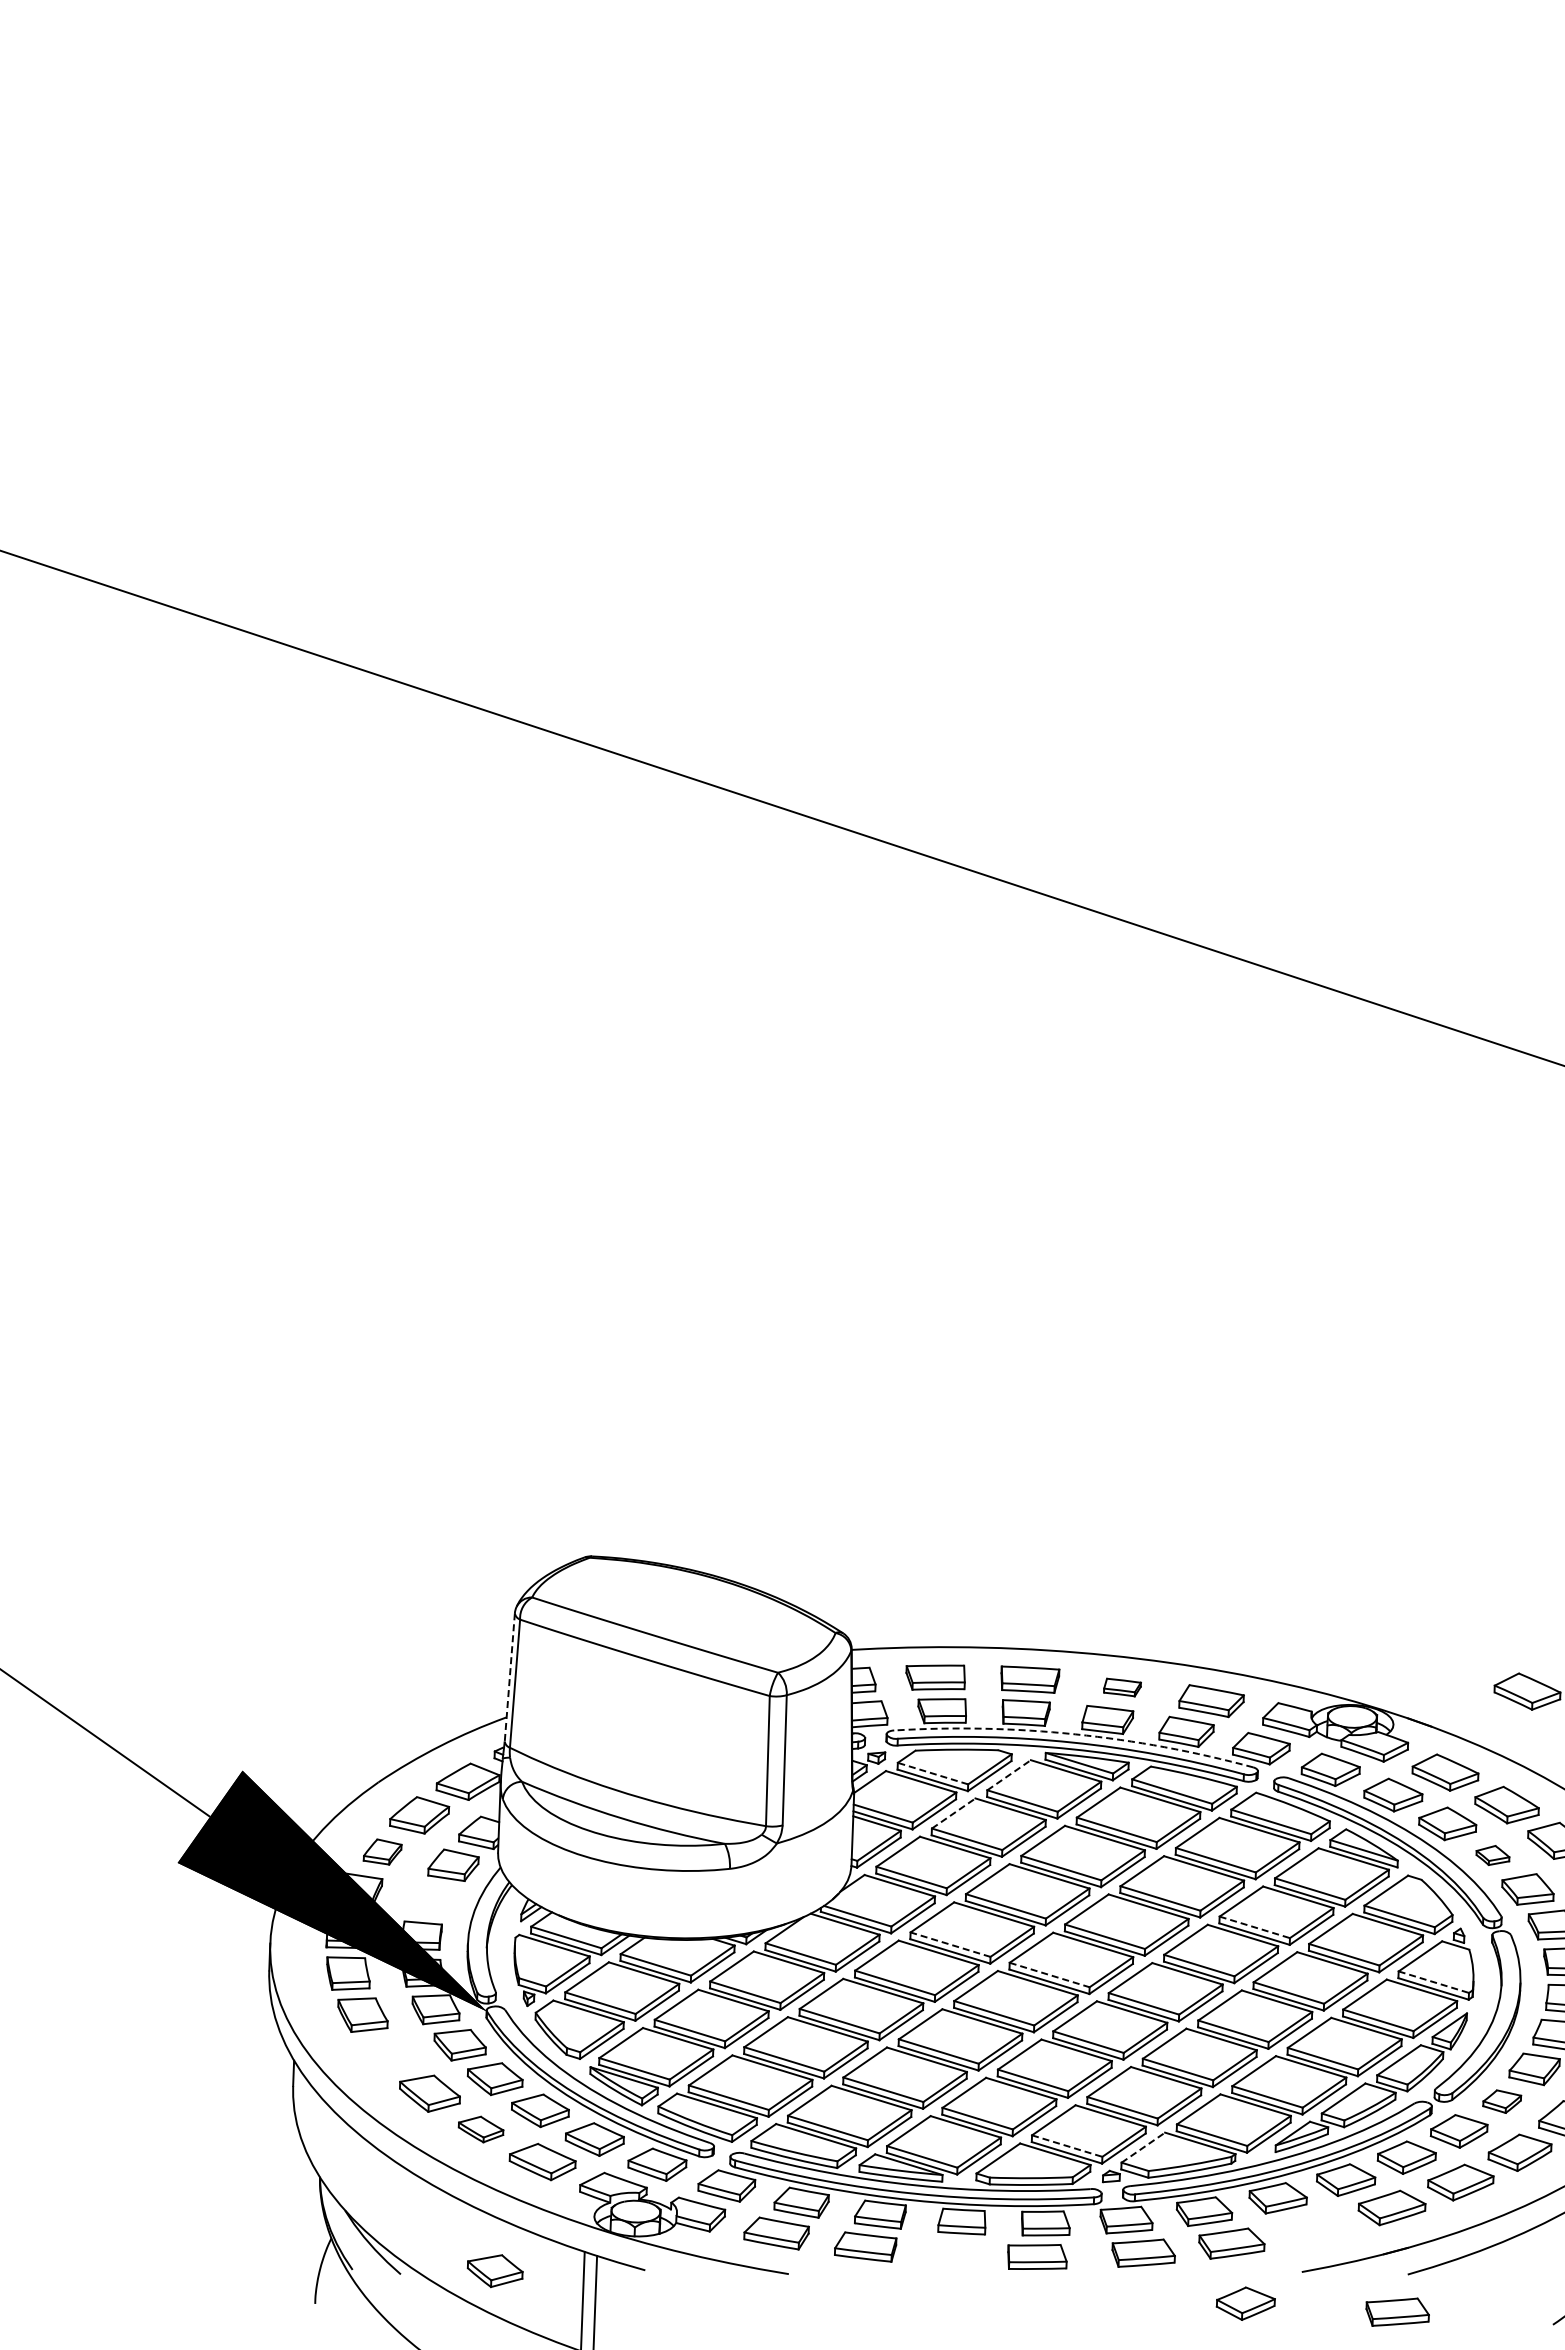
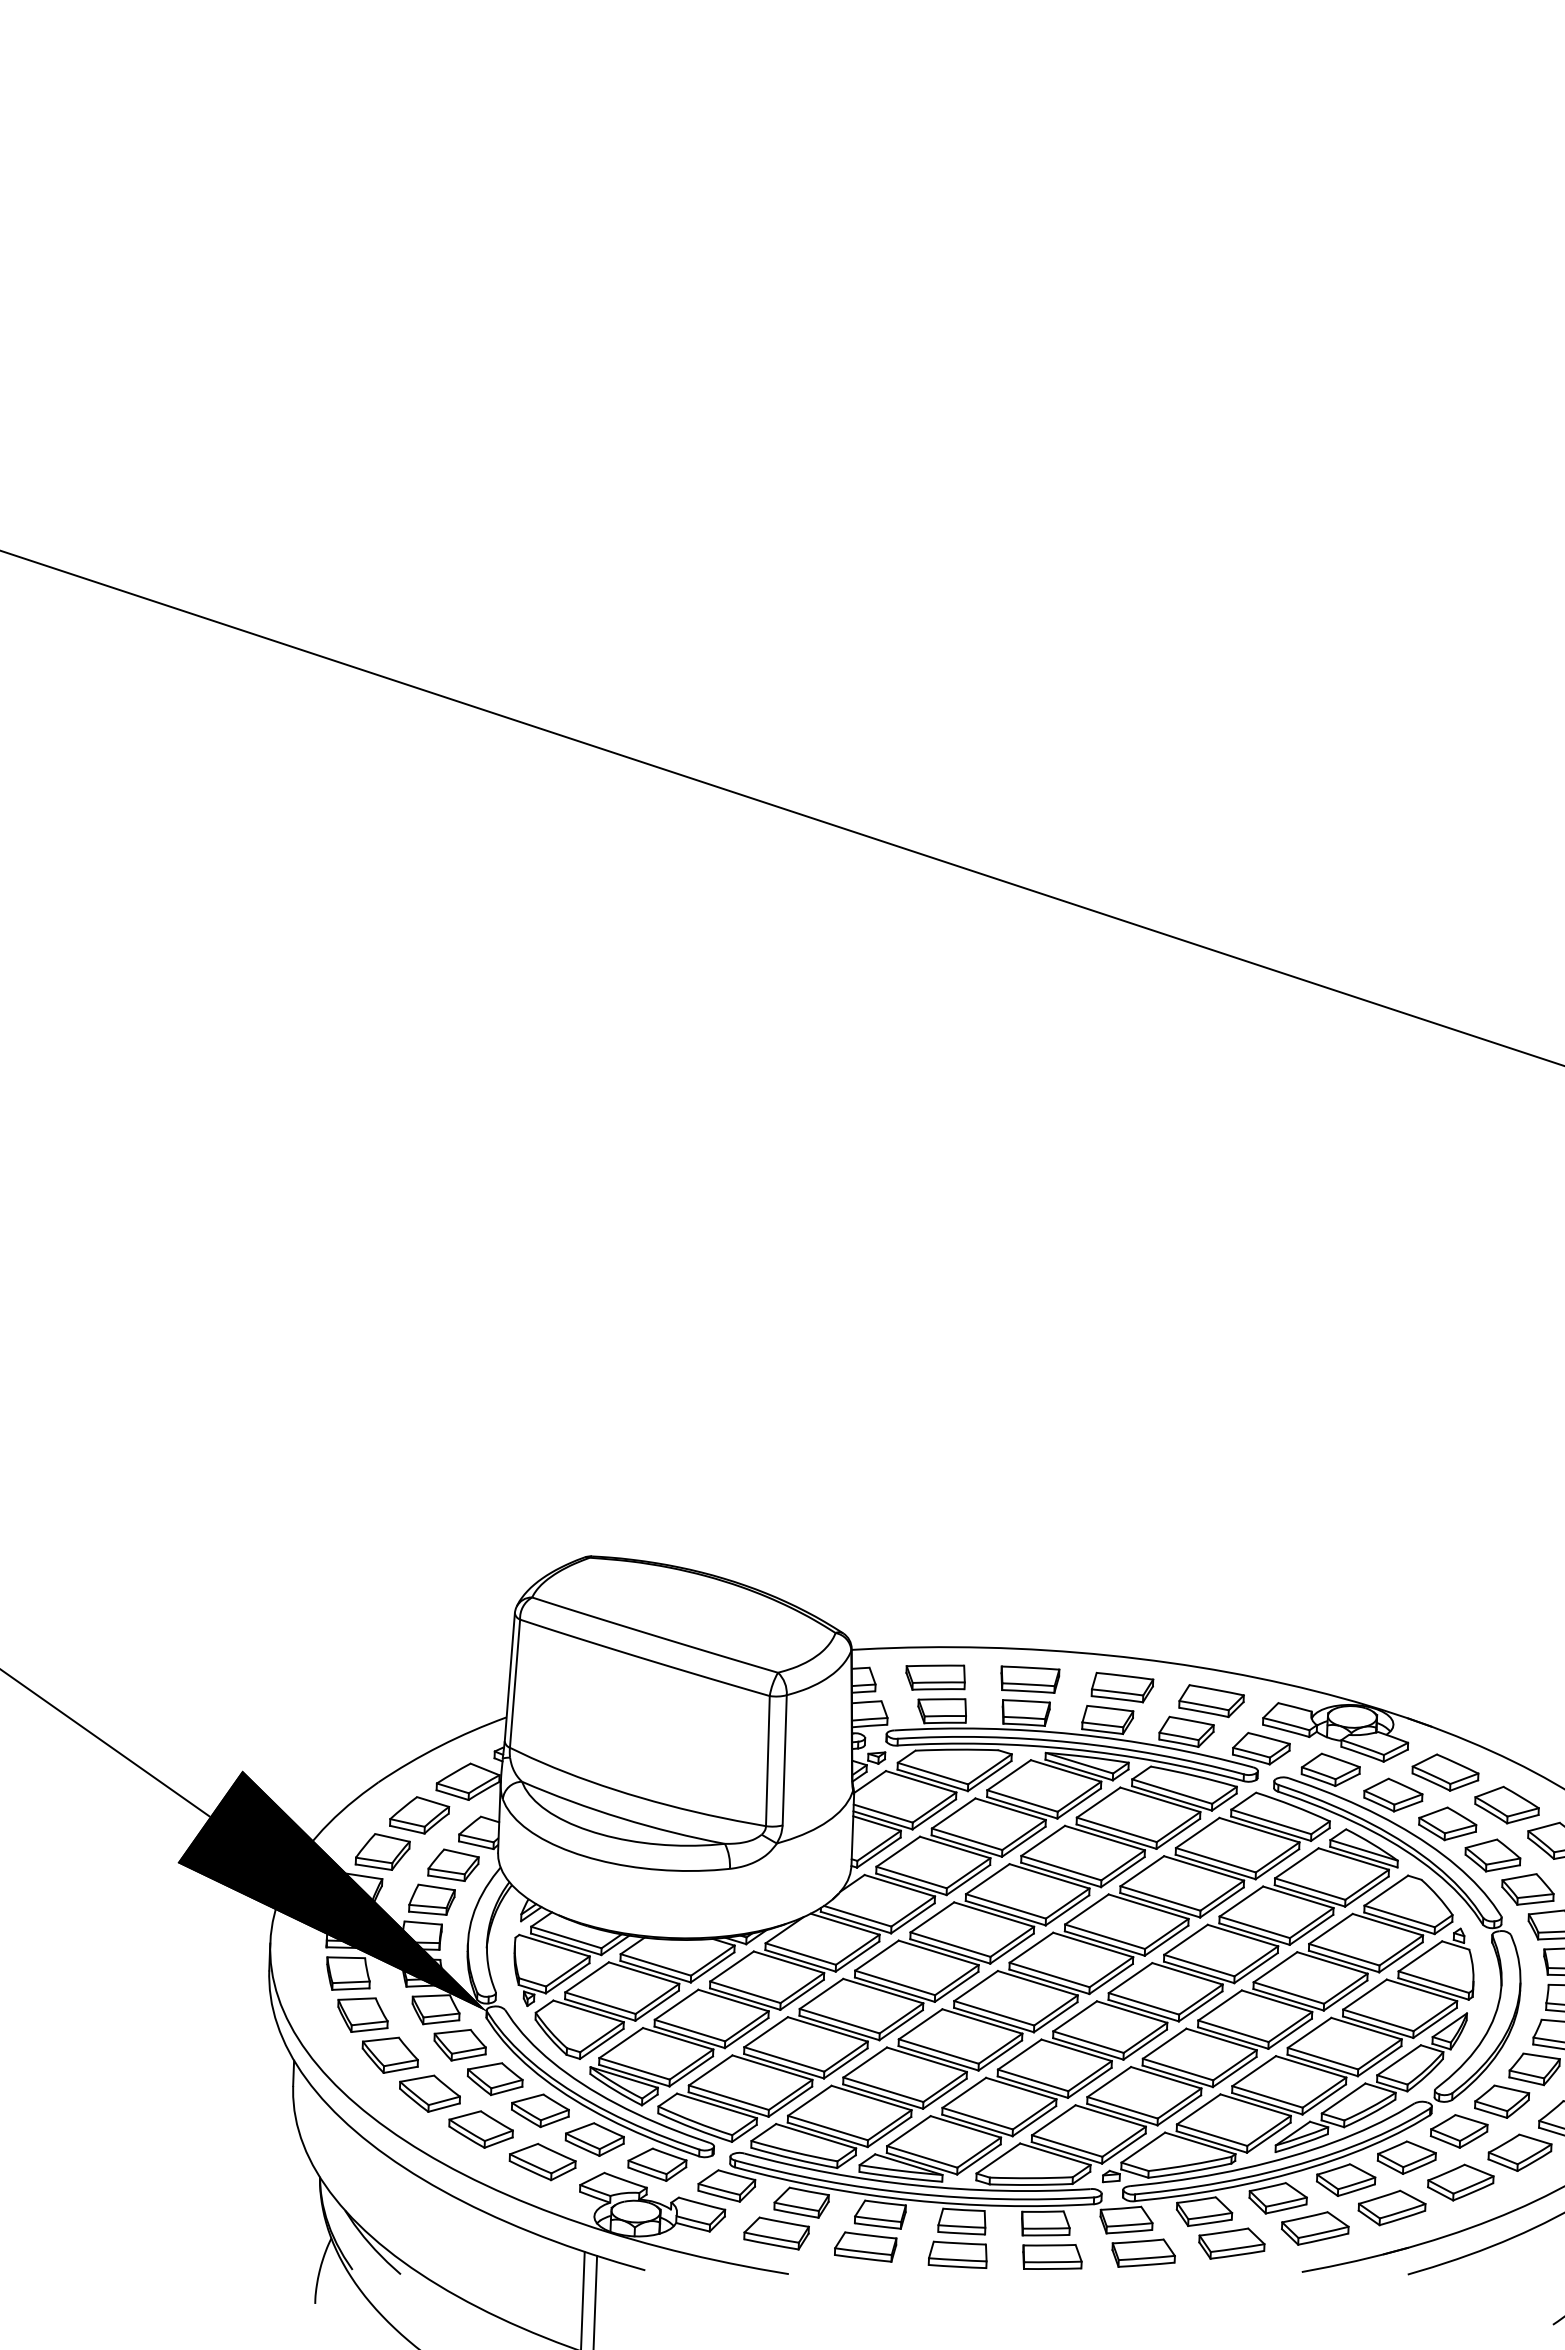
line at (509, 1677): dashed -> solid
part at (1122, 1687) size: 39x21 px -> 65x33 px
part at (1527, 1691): present -> none
arc at (1075, 1734): dashed -> solid
line at (933, 1773): dashed -> solid
line at (1009, 1774): dashed -> solid
line at (954, 1813): dashed -> solid
part at (382, 1851) size: 41x28 px -> 57x38 px
part at (1492, 1855) size: 36x21 px -> 58x35 px
part at (431, 1899): none -> present
line at (1254, 1927): dashed -> solid
line at (950, 1944): dashed -> solid
line at (1049, 1975): dashed -> solid
line at (1433, 1982): dashed -> solid
part at (389, 2054): none -> present
part at (1502, 2101) size: 41x25 px -> 57x35 px
part at (480, 2129) size: 48x29 px -> 66x39 px
line at (1067, 2146): dashed -> solid
line at (1143, 2147): dashed -> solid
part at (1315, 2228): none -> present
part at (957, 2254): none -> present
part at (1037, 2256) position: (1037, 2256) -> (1052, 2256)
part at (494, 2271): present -> none
part at (1245, 2303): present -> none
part at (1397, 2311): present -> none
